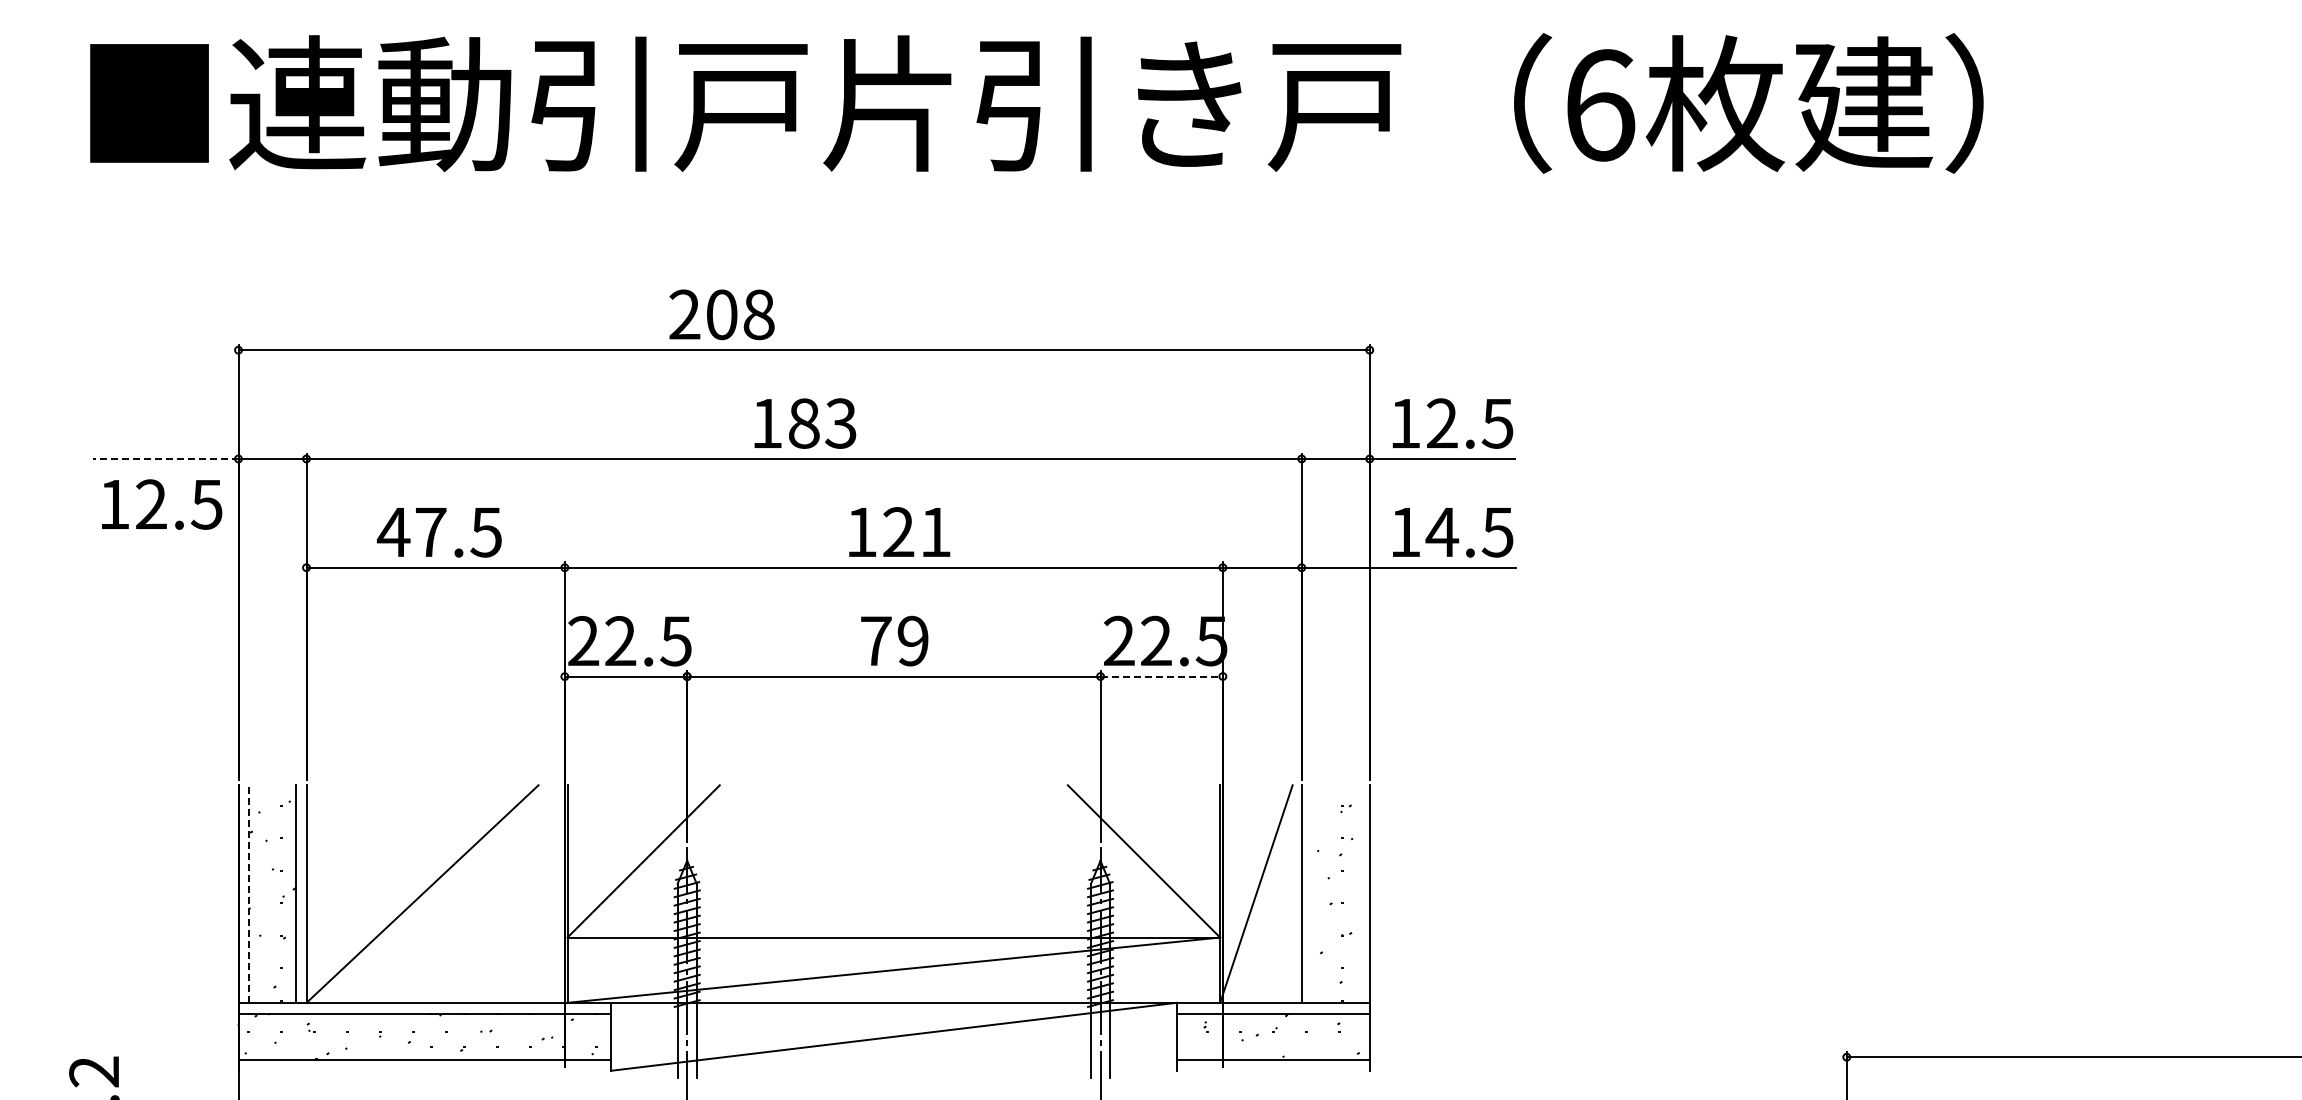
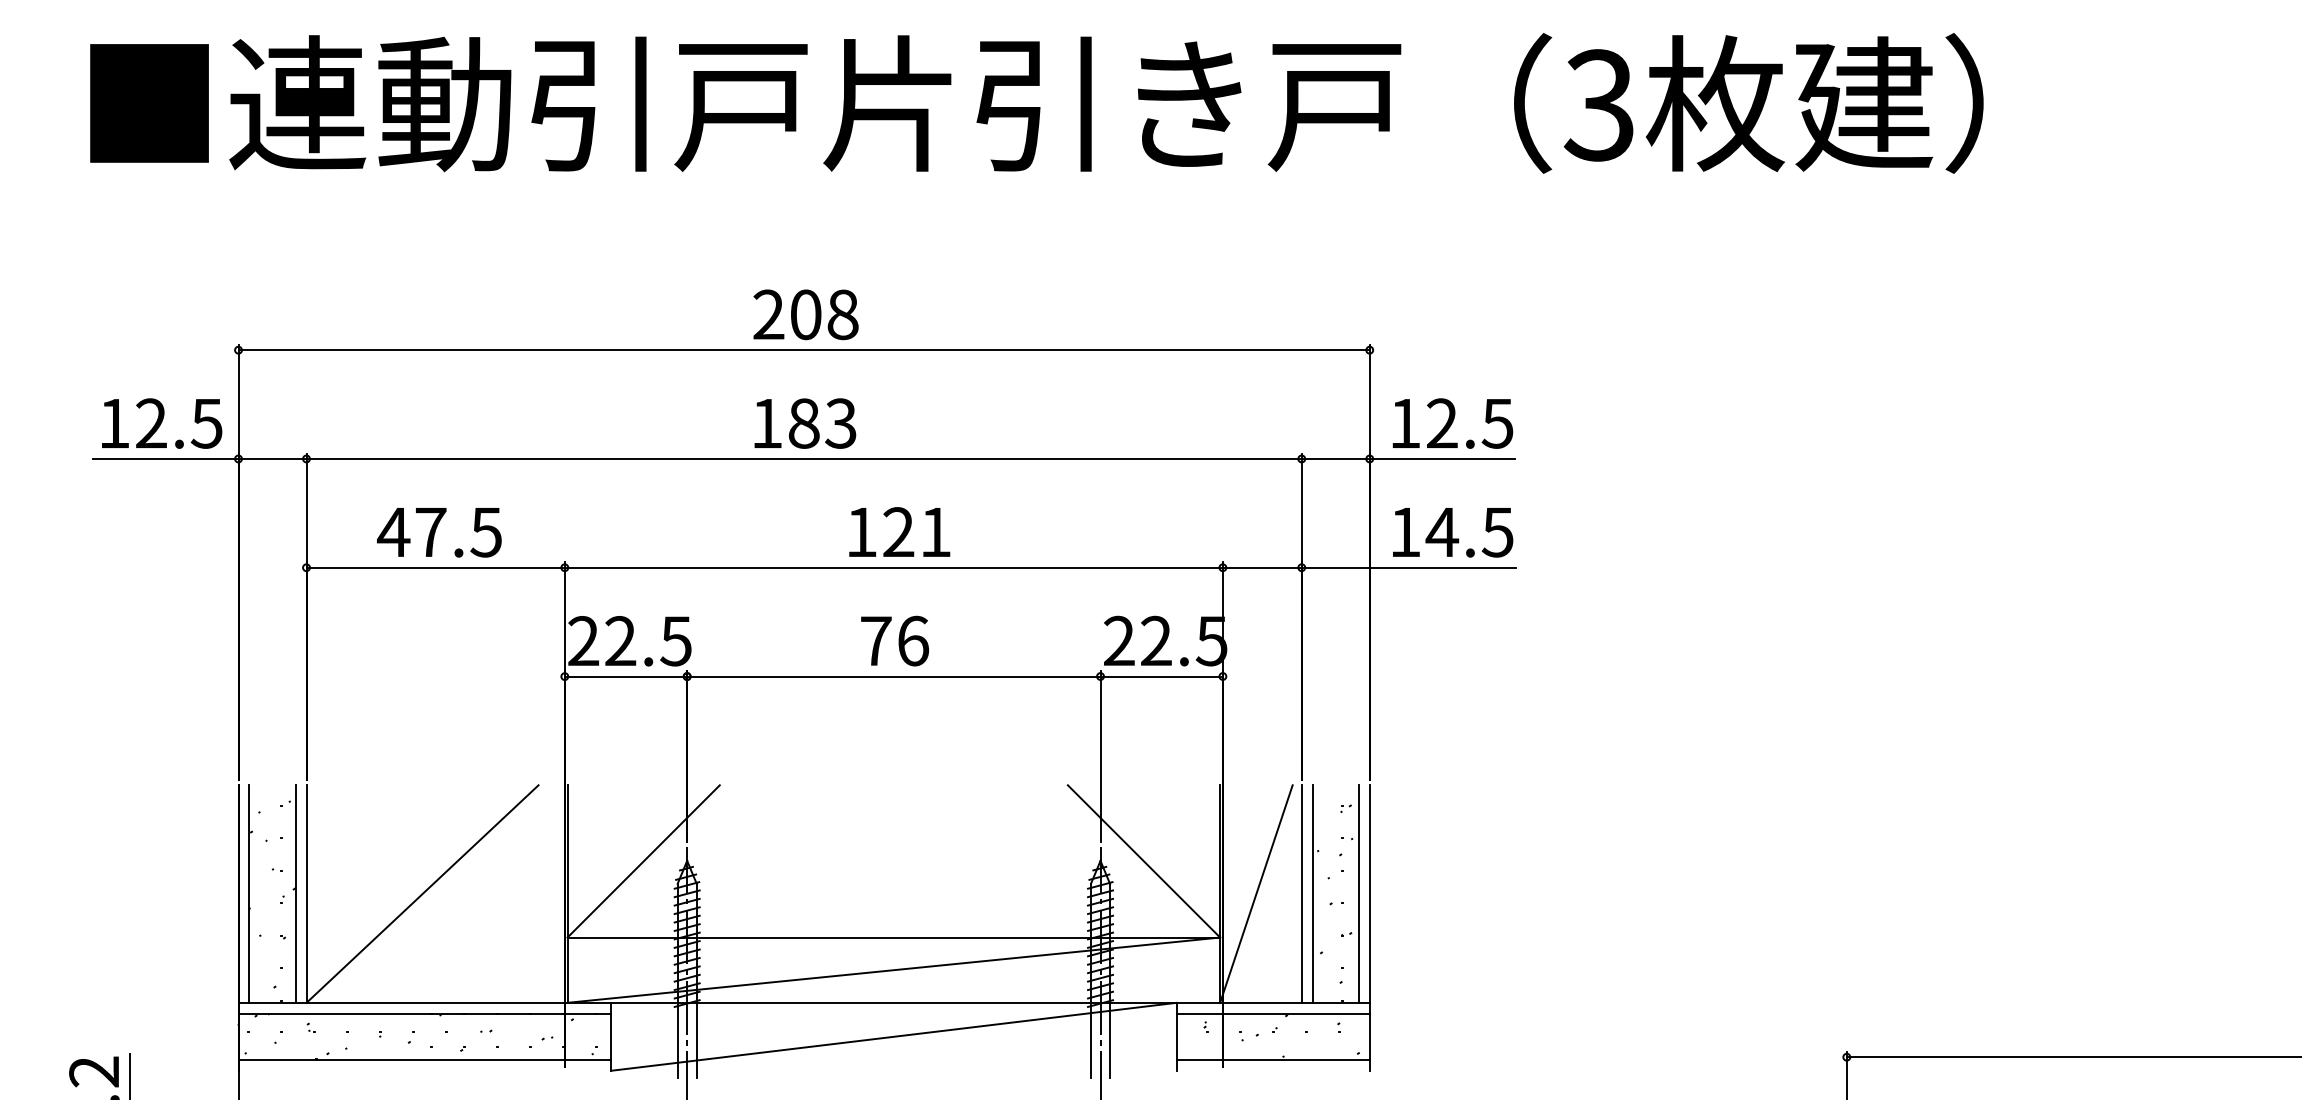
text at (1599, 105): 6 -> 3
text at (721, 314) position: (721, 314) -> (805, 314)
line at (165, 458): dashed -> solid
text at (162, 504) position: (162, 504) -> (162, 423)
text at (913, 640): 79 -> 76
line at (1162, 676): dashed -> solid
line at (1312, 893): none -> present
line at (1358, 893): none -> present
line at (249, 894): dashed -> solid
line at (129, 1075): none -> present
